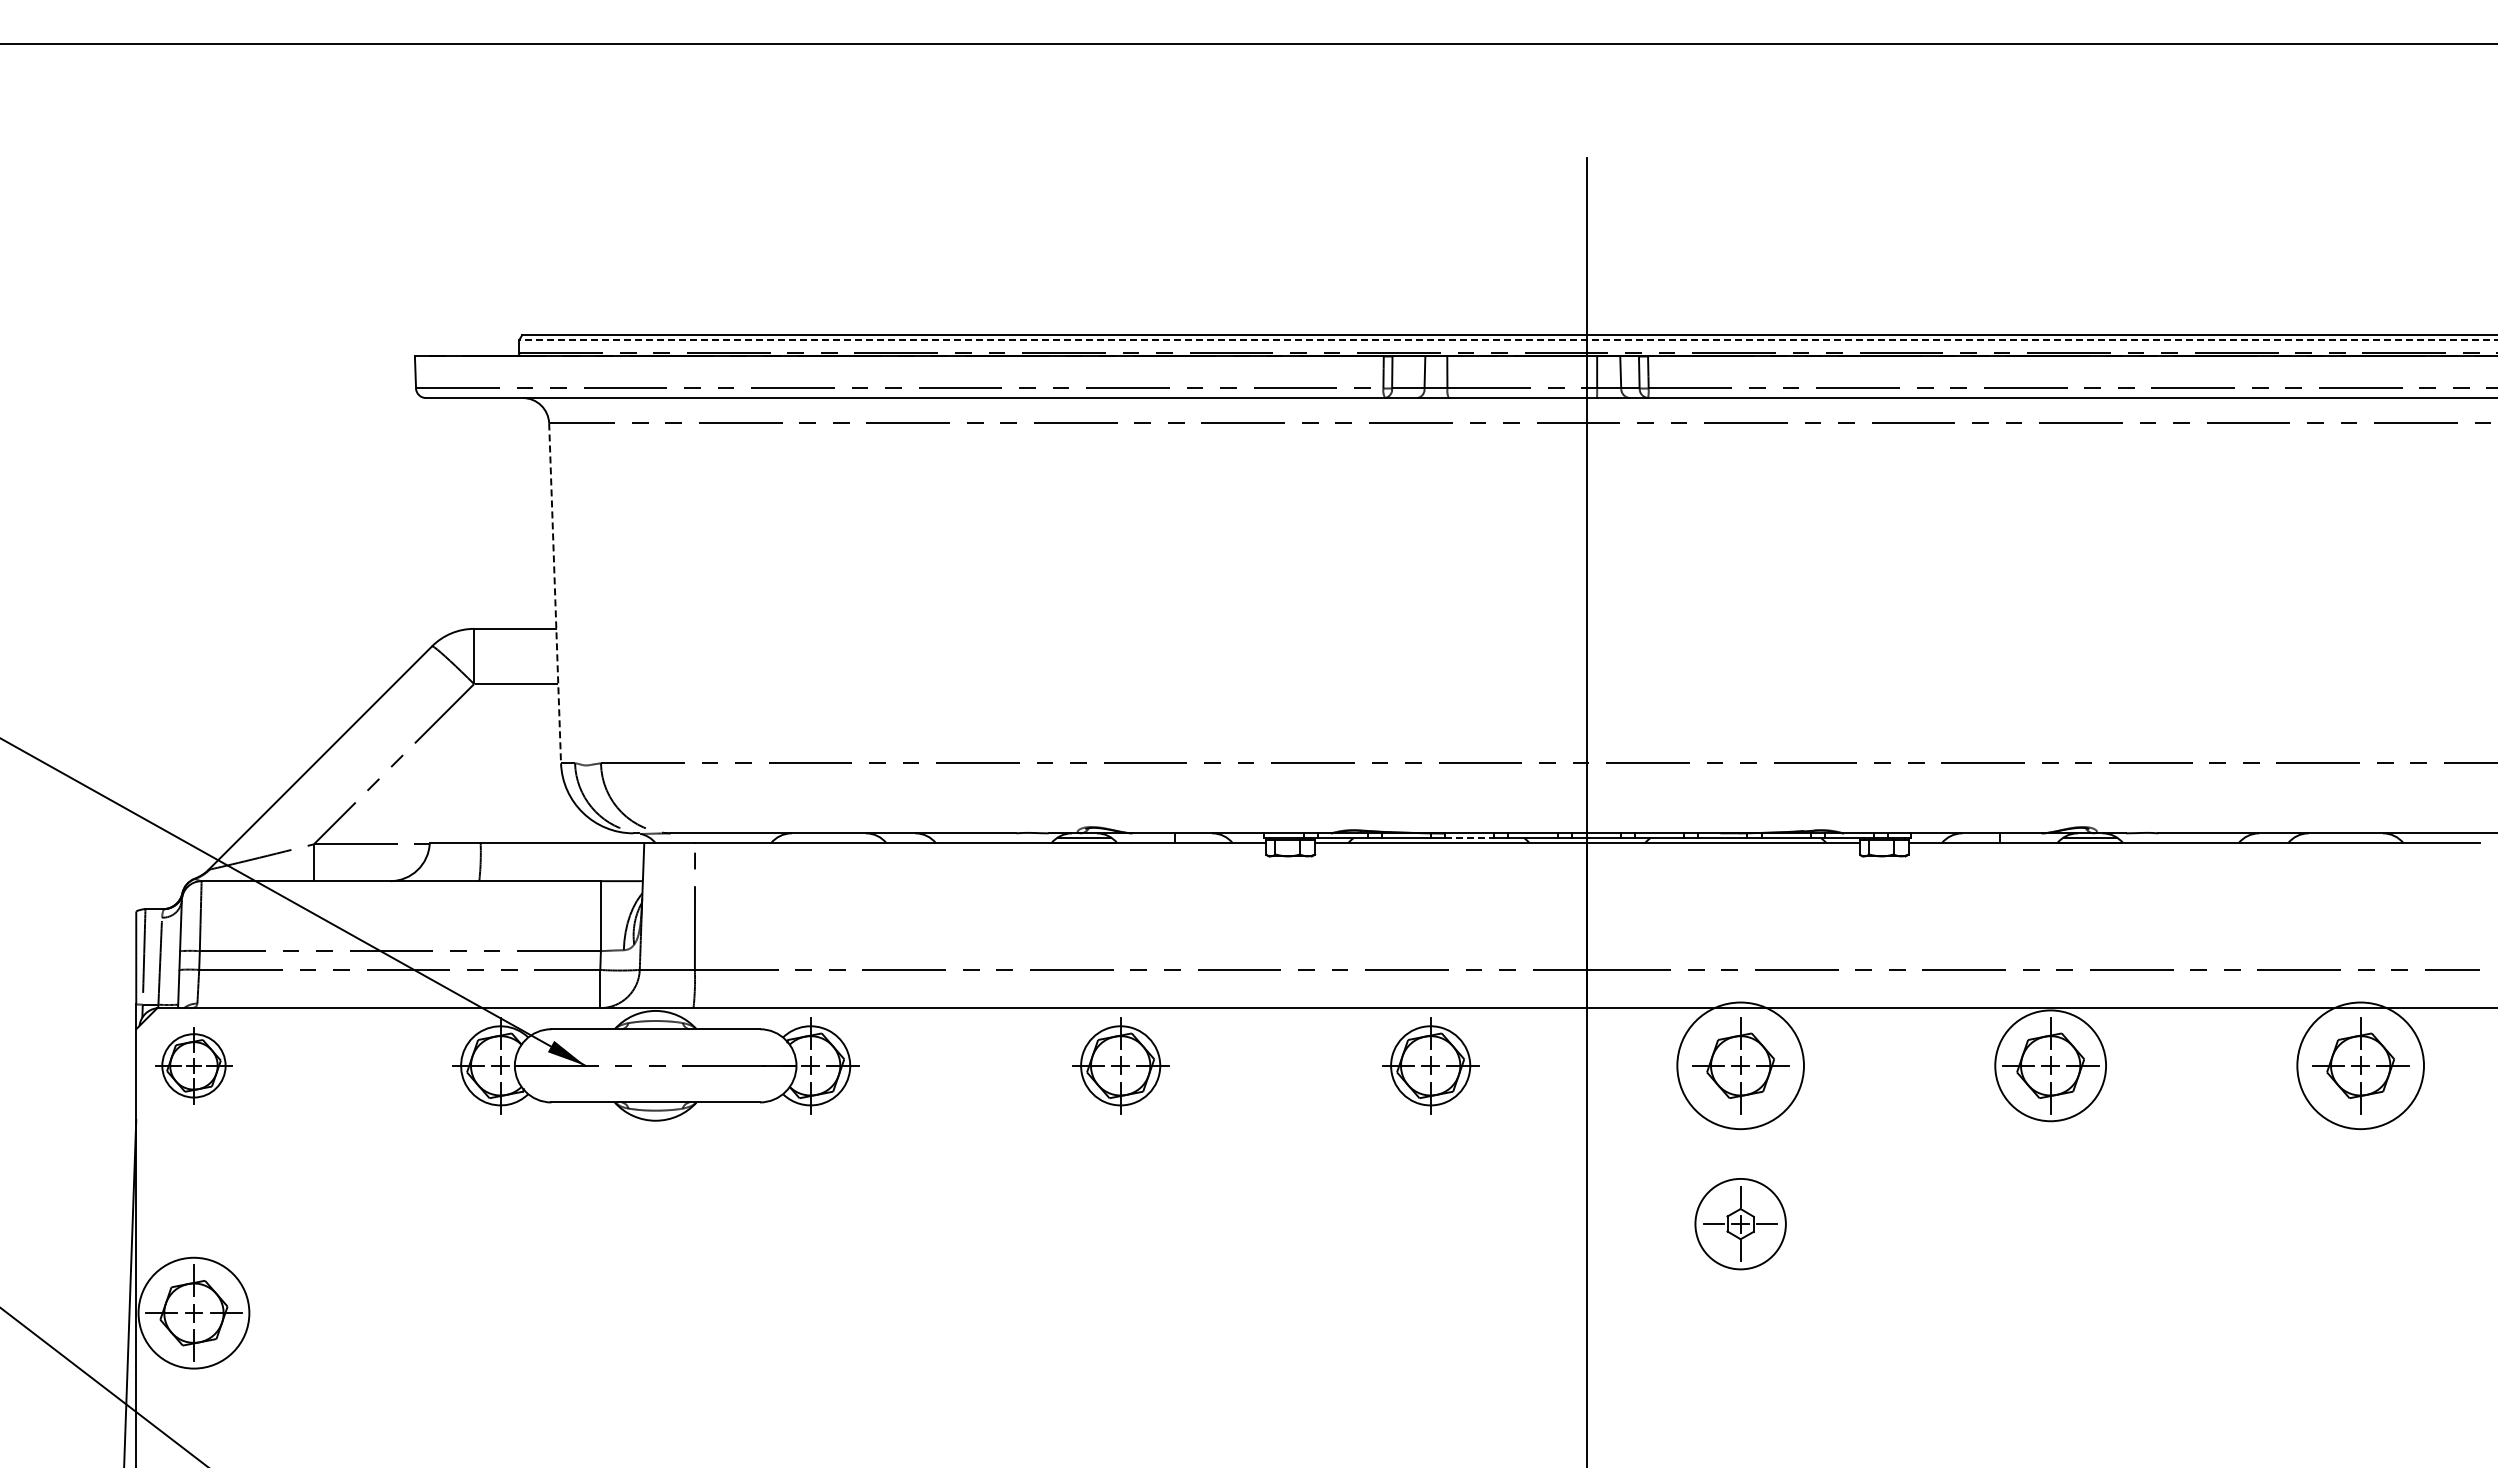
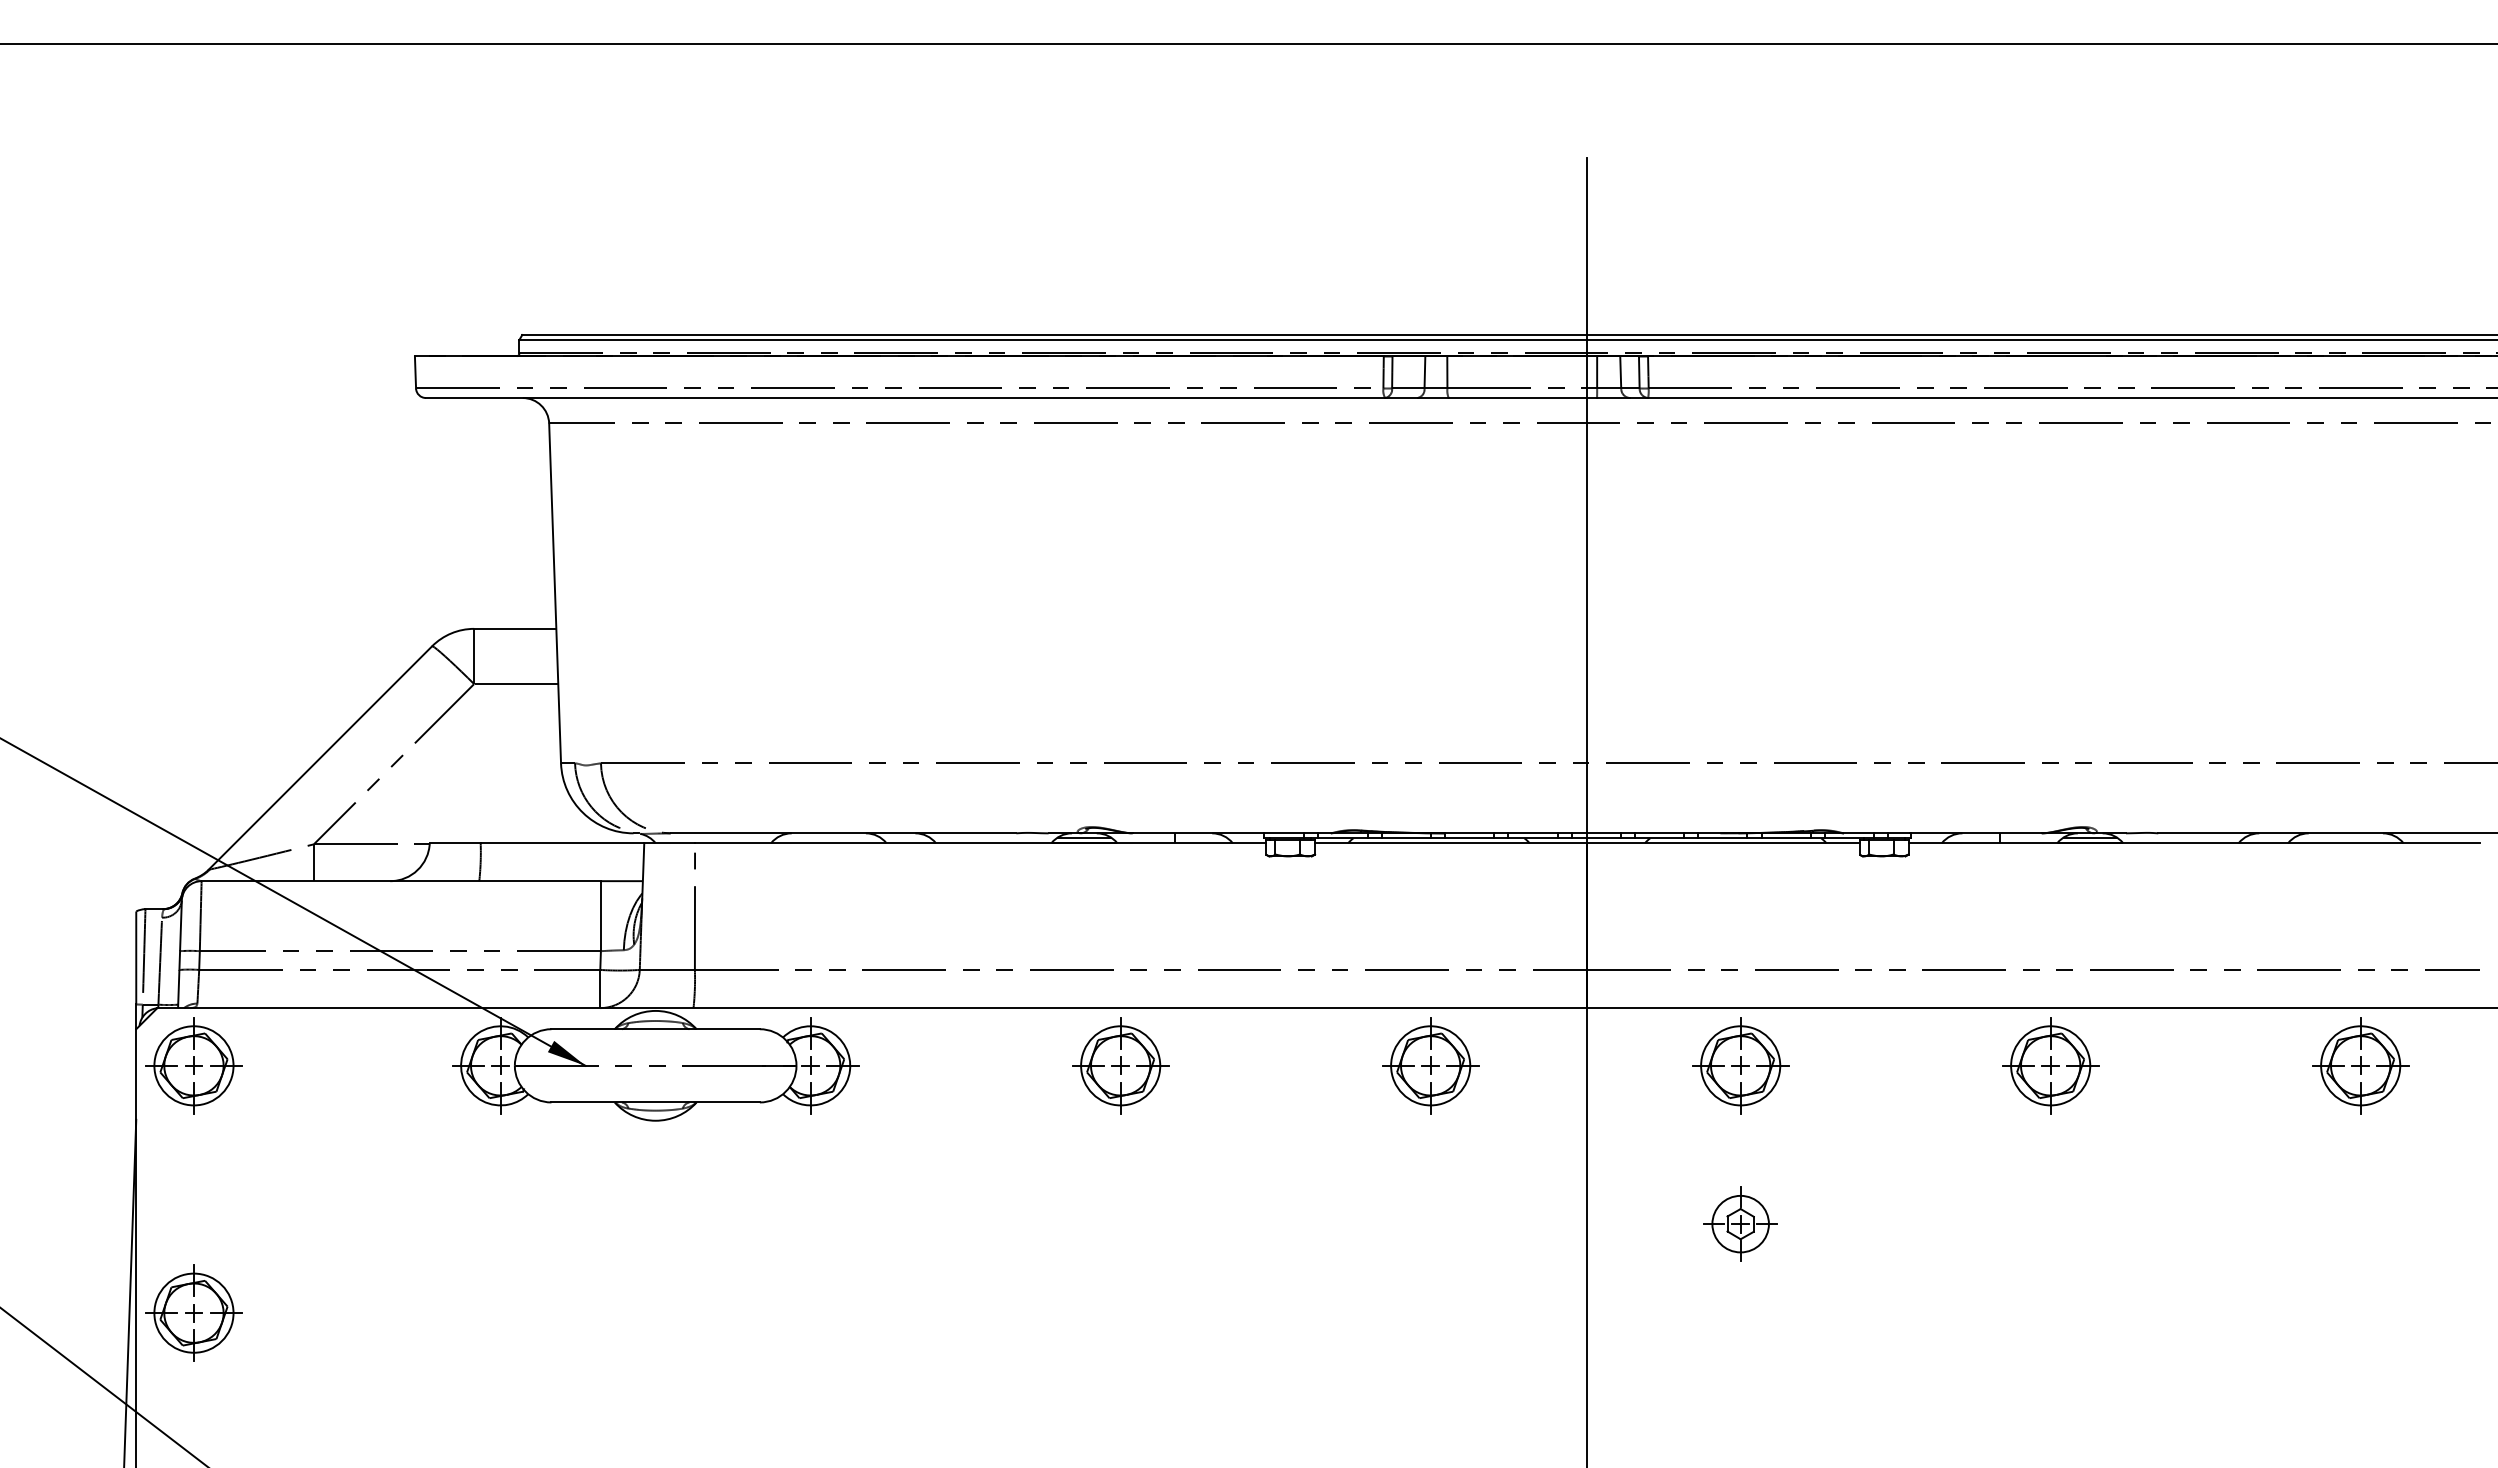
line at (1508, 339): dashed -> solid
line at (555, 593): dashed -> solid
line at (1469, 838): dashed -> solid
part at (193, 1065) size: 78x78 px -> 98x98 px
circle at (1740, 1065) diameter: 127 px -> 79 px
circle at (2050, 1065) diameter: 111 px -> 79 px
circle at (2360, 1065) diameter: 127 px -> 79 px
circle at (1740, 1223) diameter: 90 px -> 57 px
circle at (193, 1312) diameter: 111 px -> 79 px
